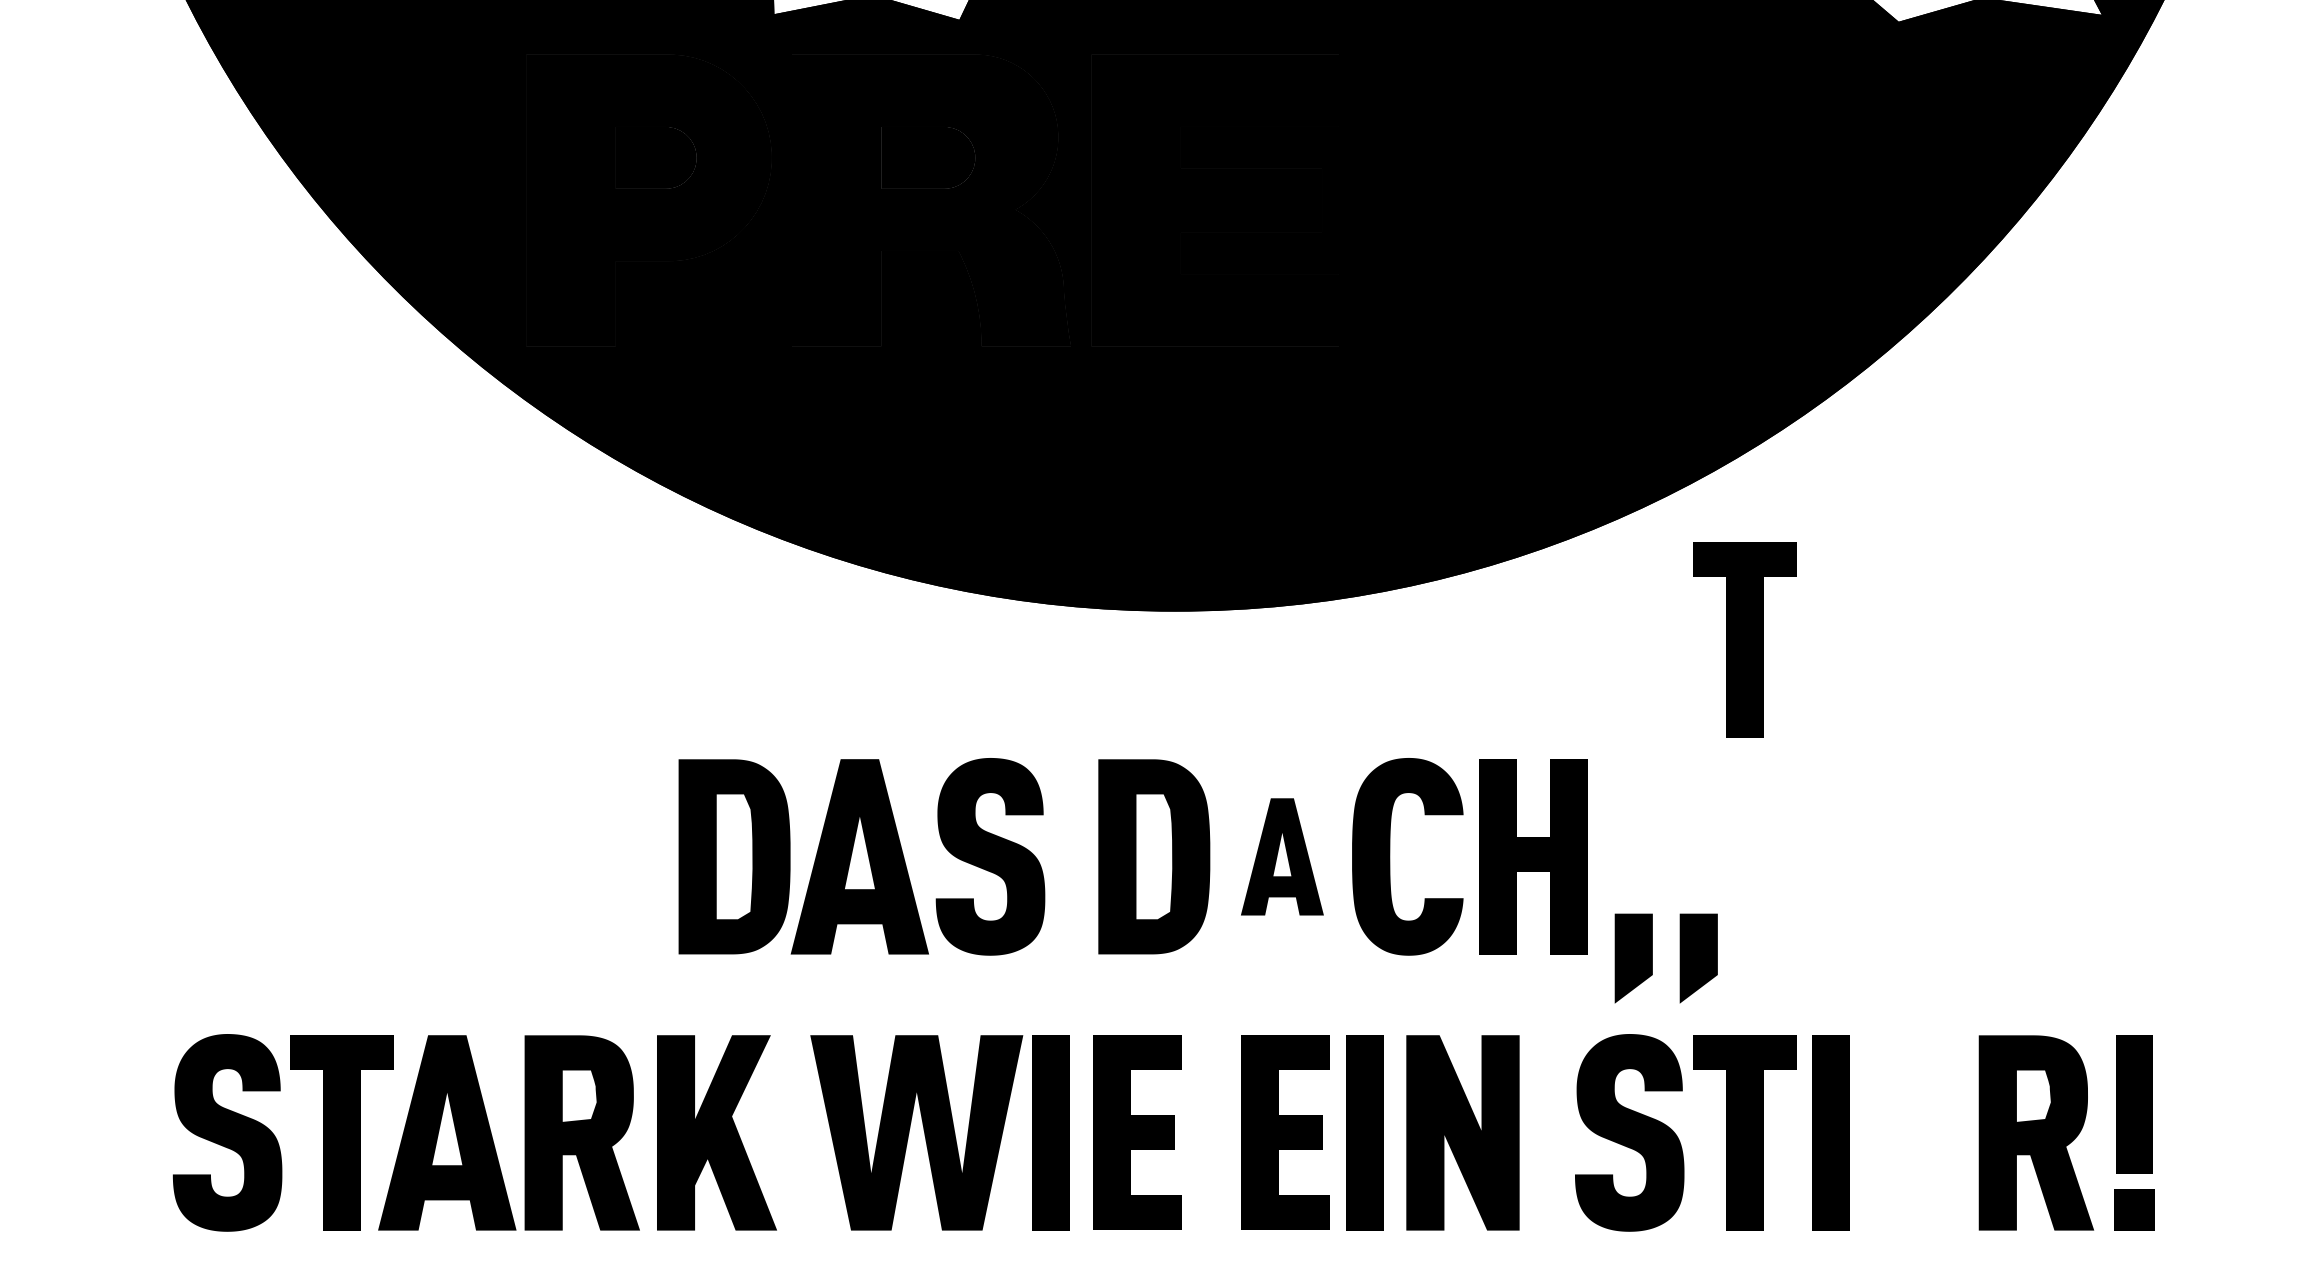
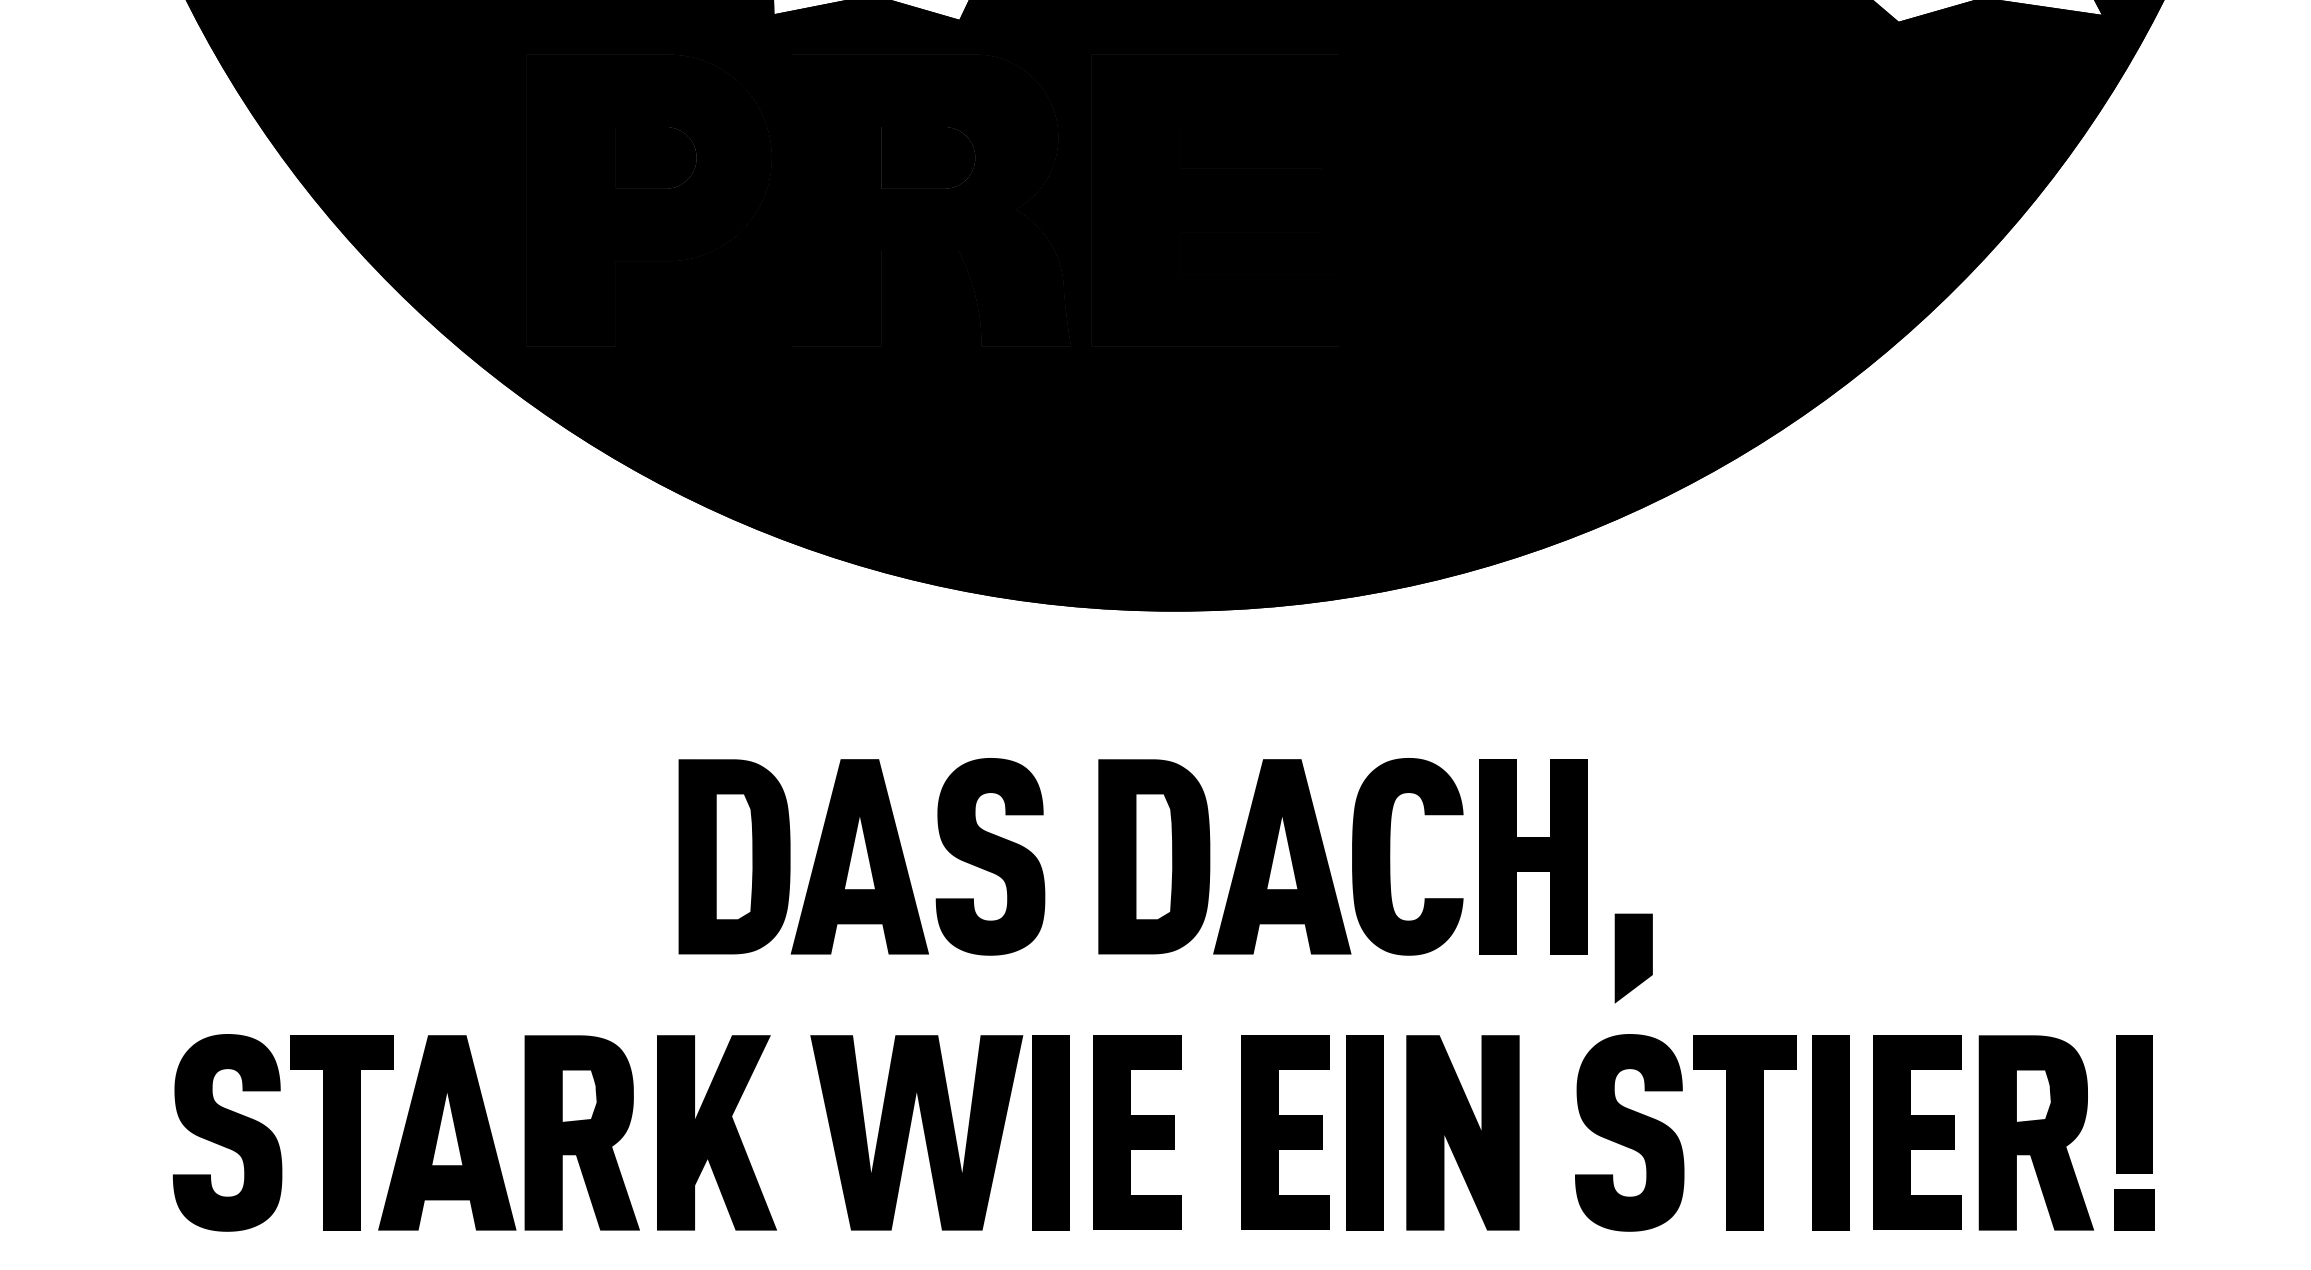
part at (1744, 639): present -> none
part at (1282, 856) size: 83x118 px -> 139x196 px
part at (1698, 958): present -> none
fill at (1916, 1132): none -> present
